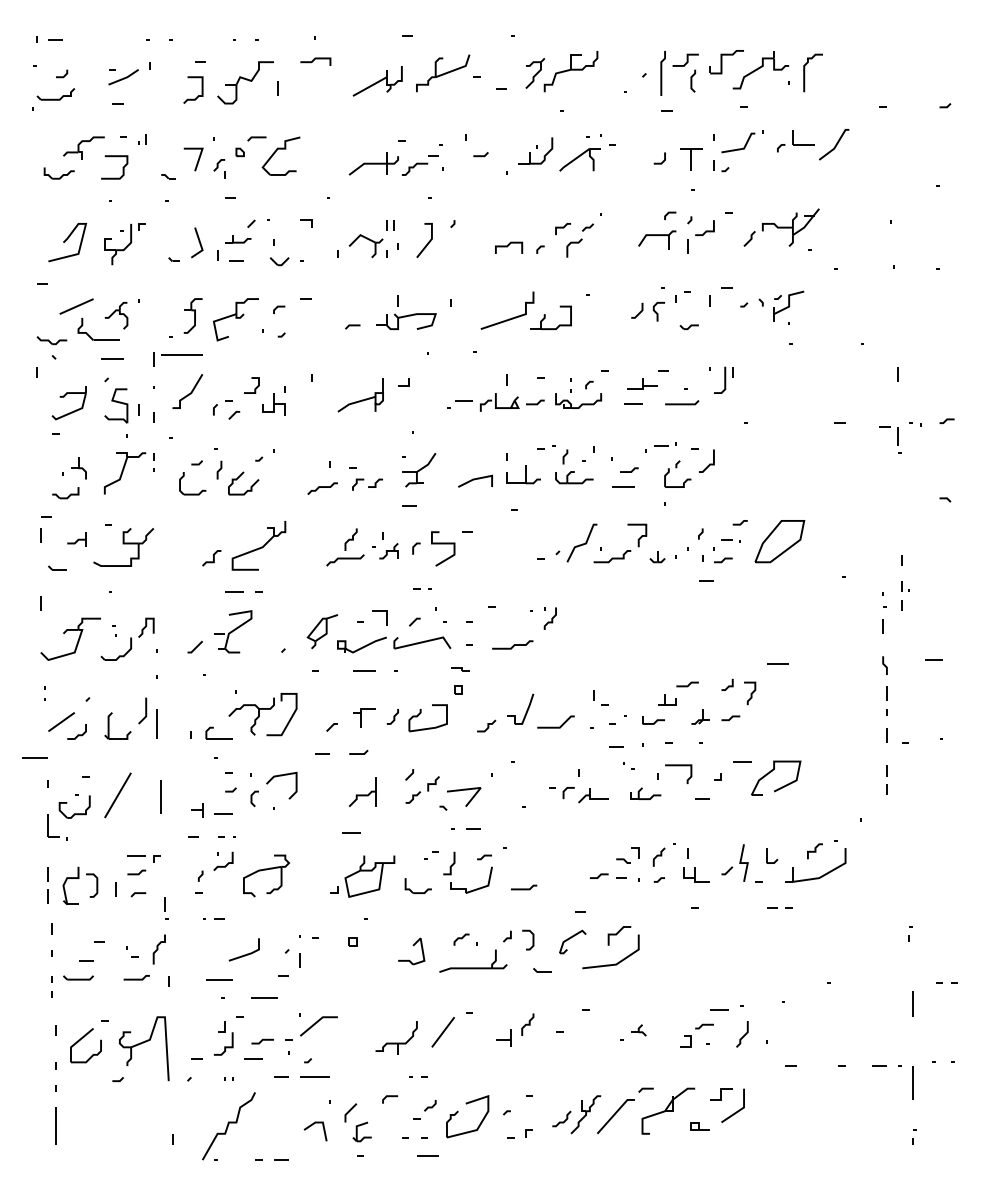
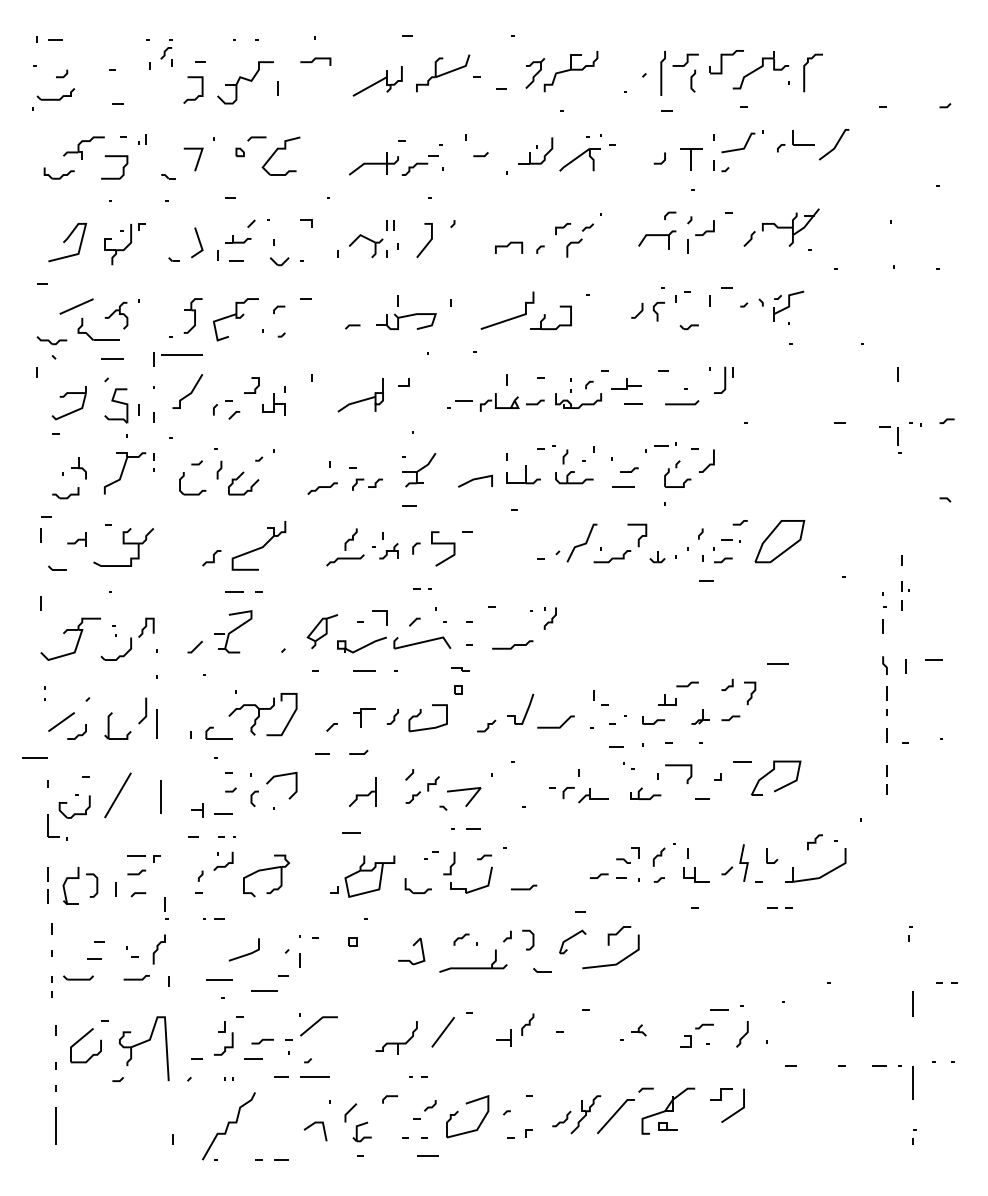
line at (123, 77): present -> none
part at (219, 168) position: (219, 168) -> (166, 56)
part at (642, 383) position: (642, 383) -> (626, 383)
line at (905, 666): none -> present
curve at (814, 851) position: (814, 851) -> (814, 842)
line at (86, 960) position: (86, 960) -> (94, 958)
line at (264, 997) position: (264, 997) -> (264, 990)
line at (699, 1126) position: (699, 1126) -> (667, 1126)
